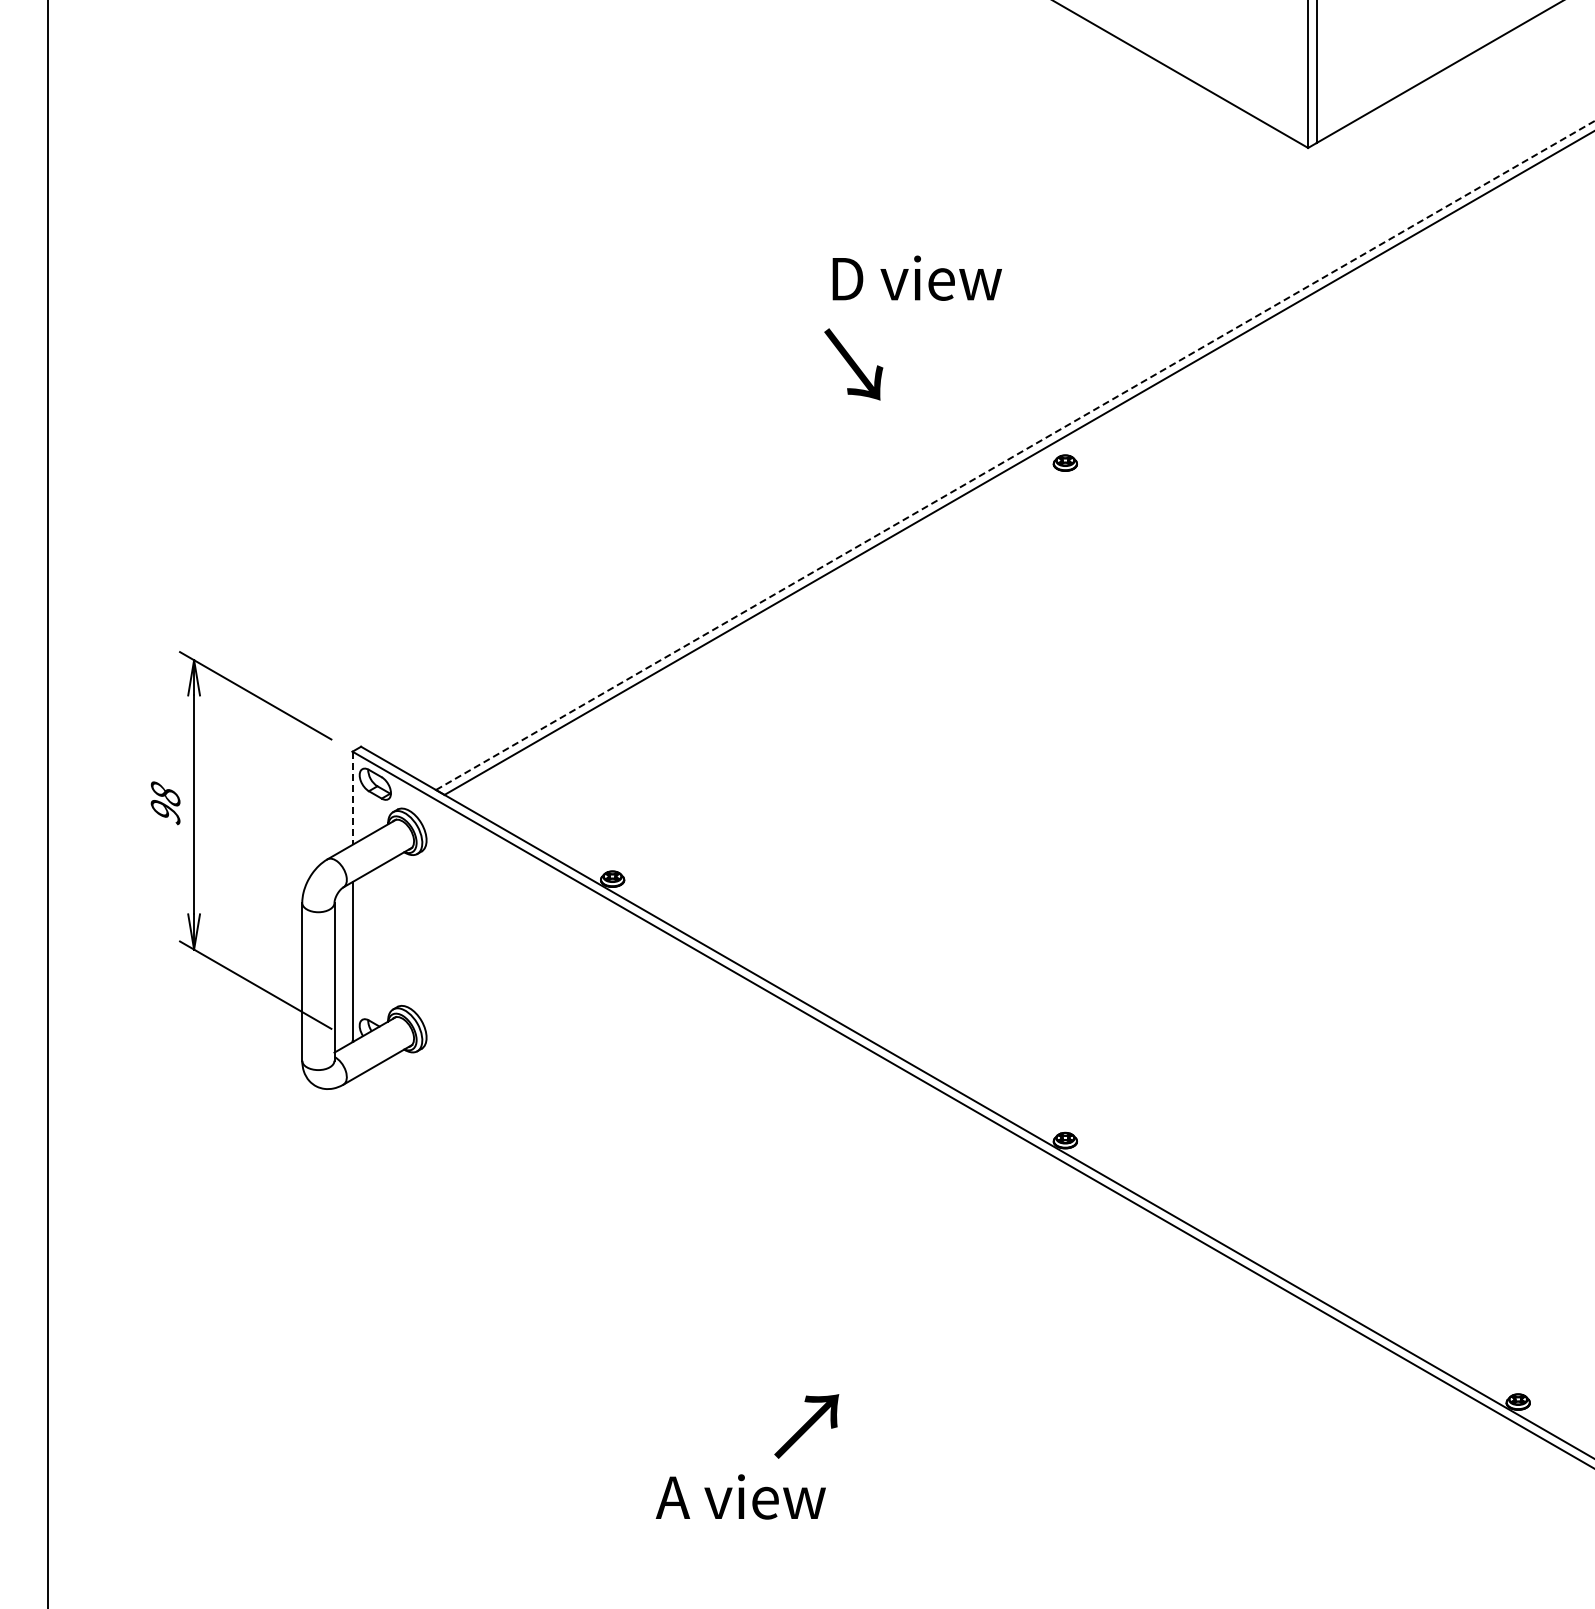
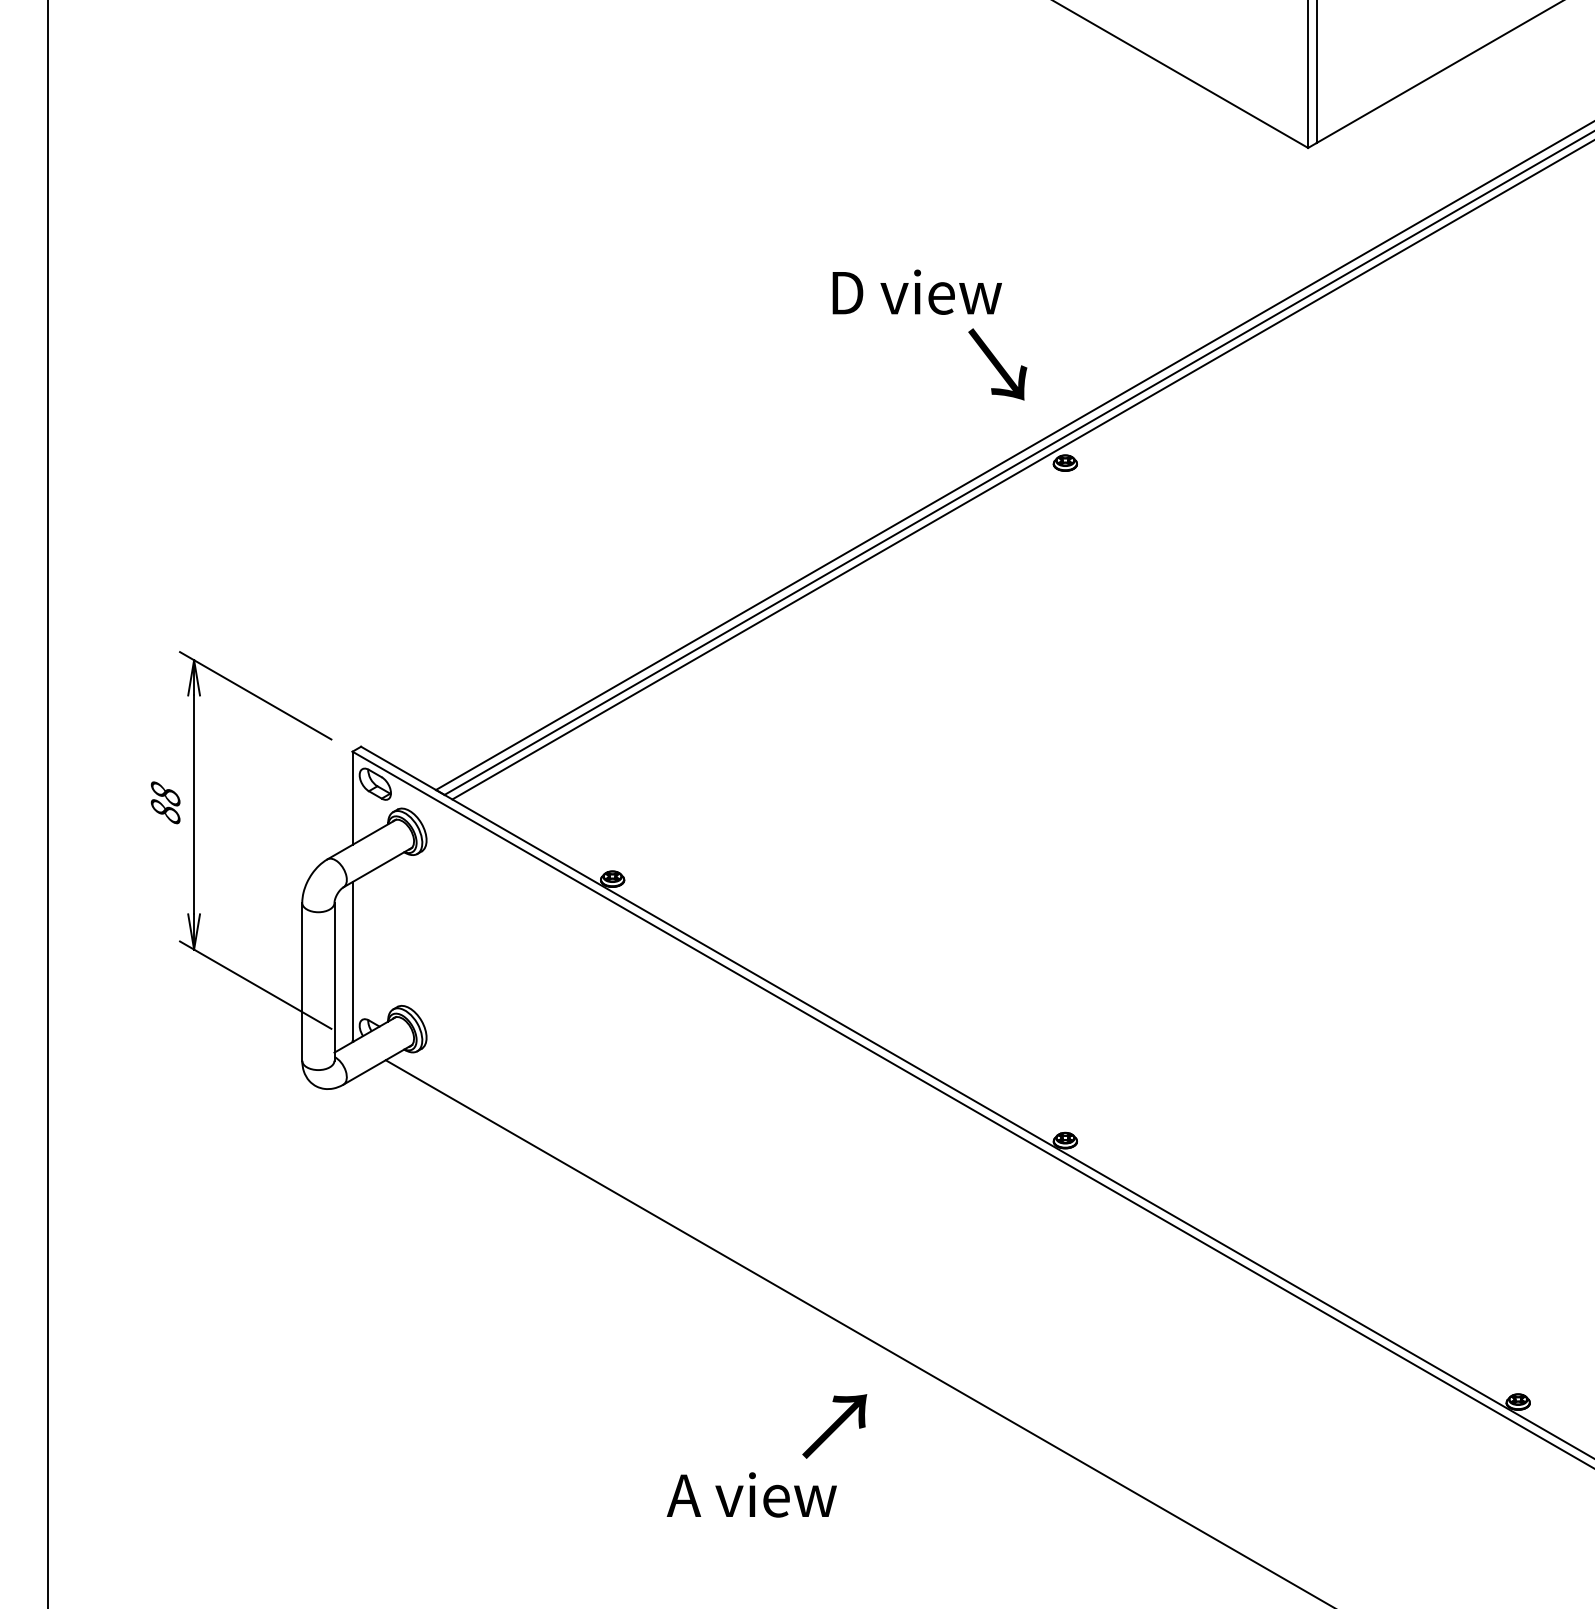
text at (916, 277) position: (916, 277) -> (916, 291)
text at (853, 364) position: (853, 364) -> (997, 364)
line at (1015, 455): dashed -> solid
line at (1021, 470): none -> present
line at (352, 798): dashed -> solid
text at (165, 812): 98 -> 88
line at (857, 1332): none -> present
text at (806, 1426) position: (806, 1426) -> (834, 1426)
text at (740, 1496) position: (740, 1496) -> (751, 1494)
